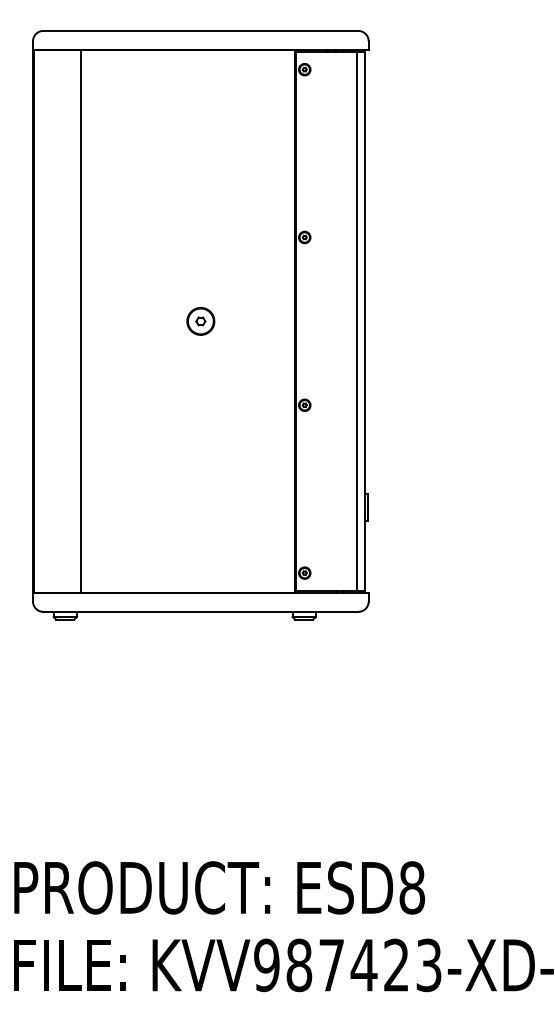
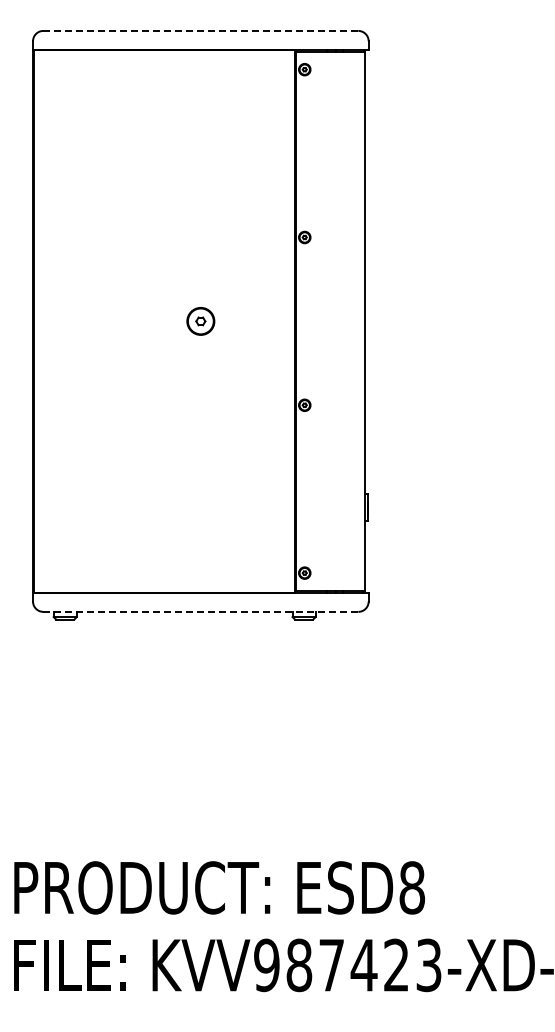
line at (201, 30): solid -> dashed
line at (81, 321): present -> none
line at (357, 321): present -> none
line at (200, 611): solid -> dashed
